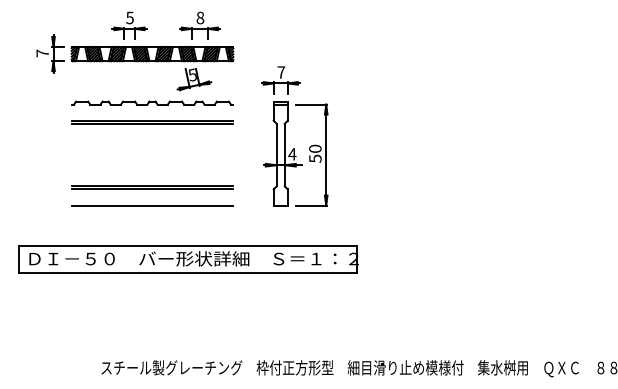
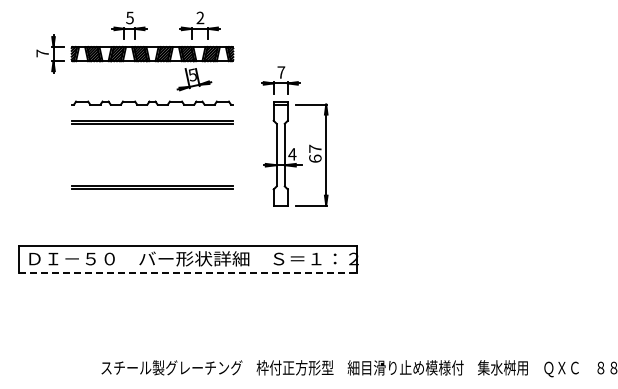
text at (200, 17): 8 -> 2
text at (315, 153): 50 -> 67
line at (152, 205): present -> none
line at (188, 272): solid -> dashed
